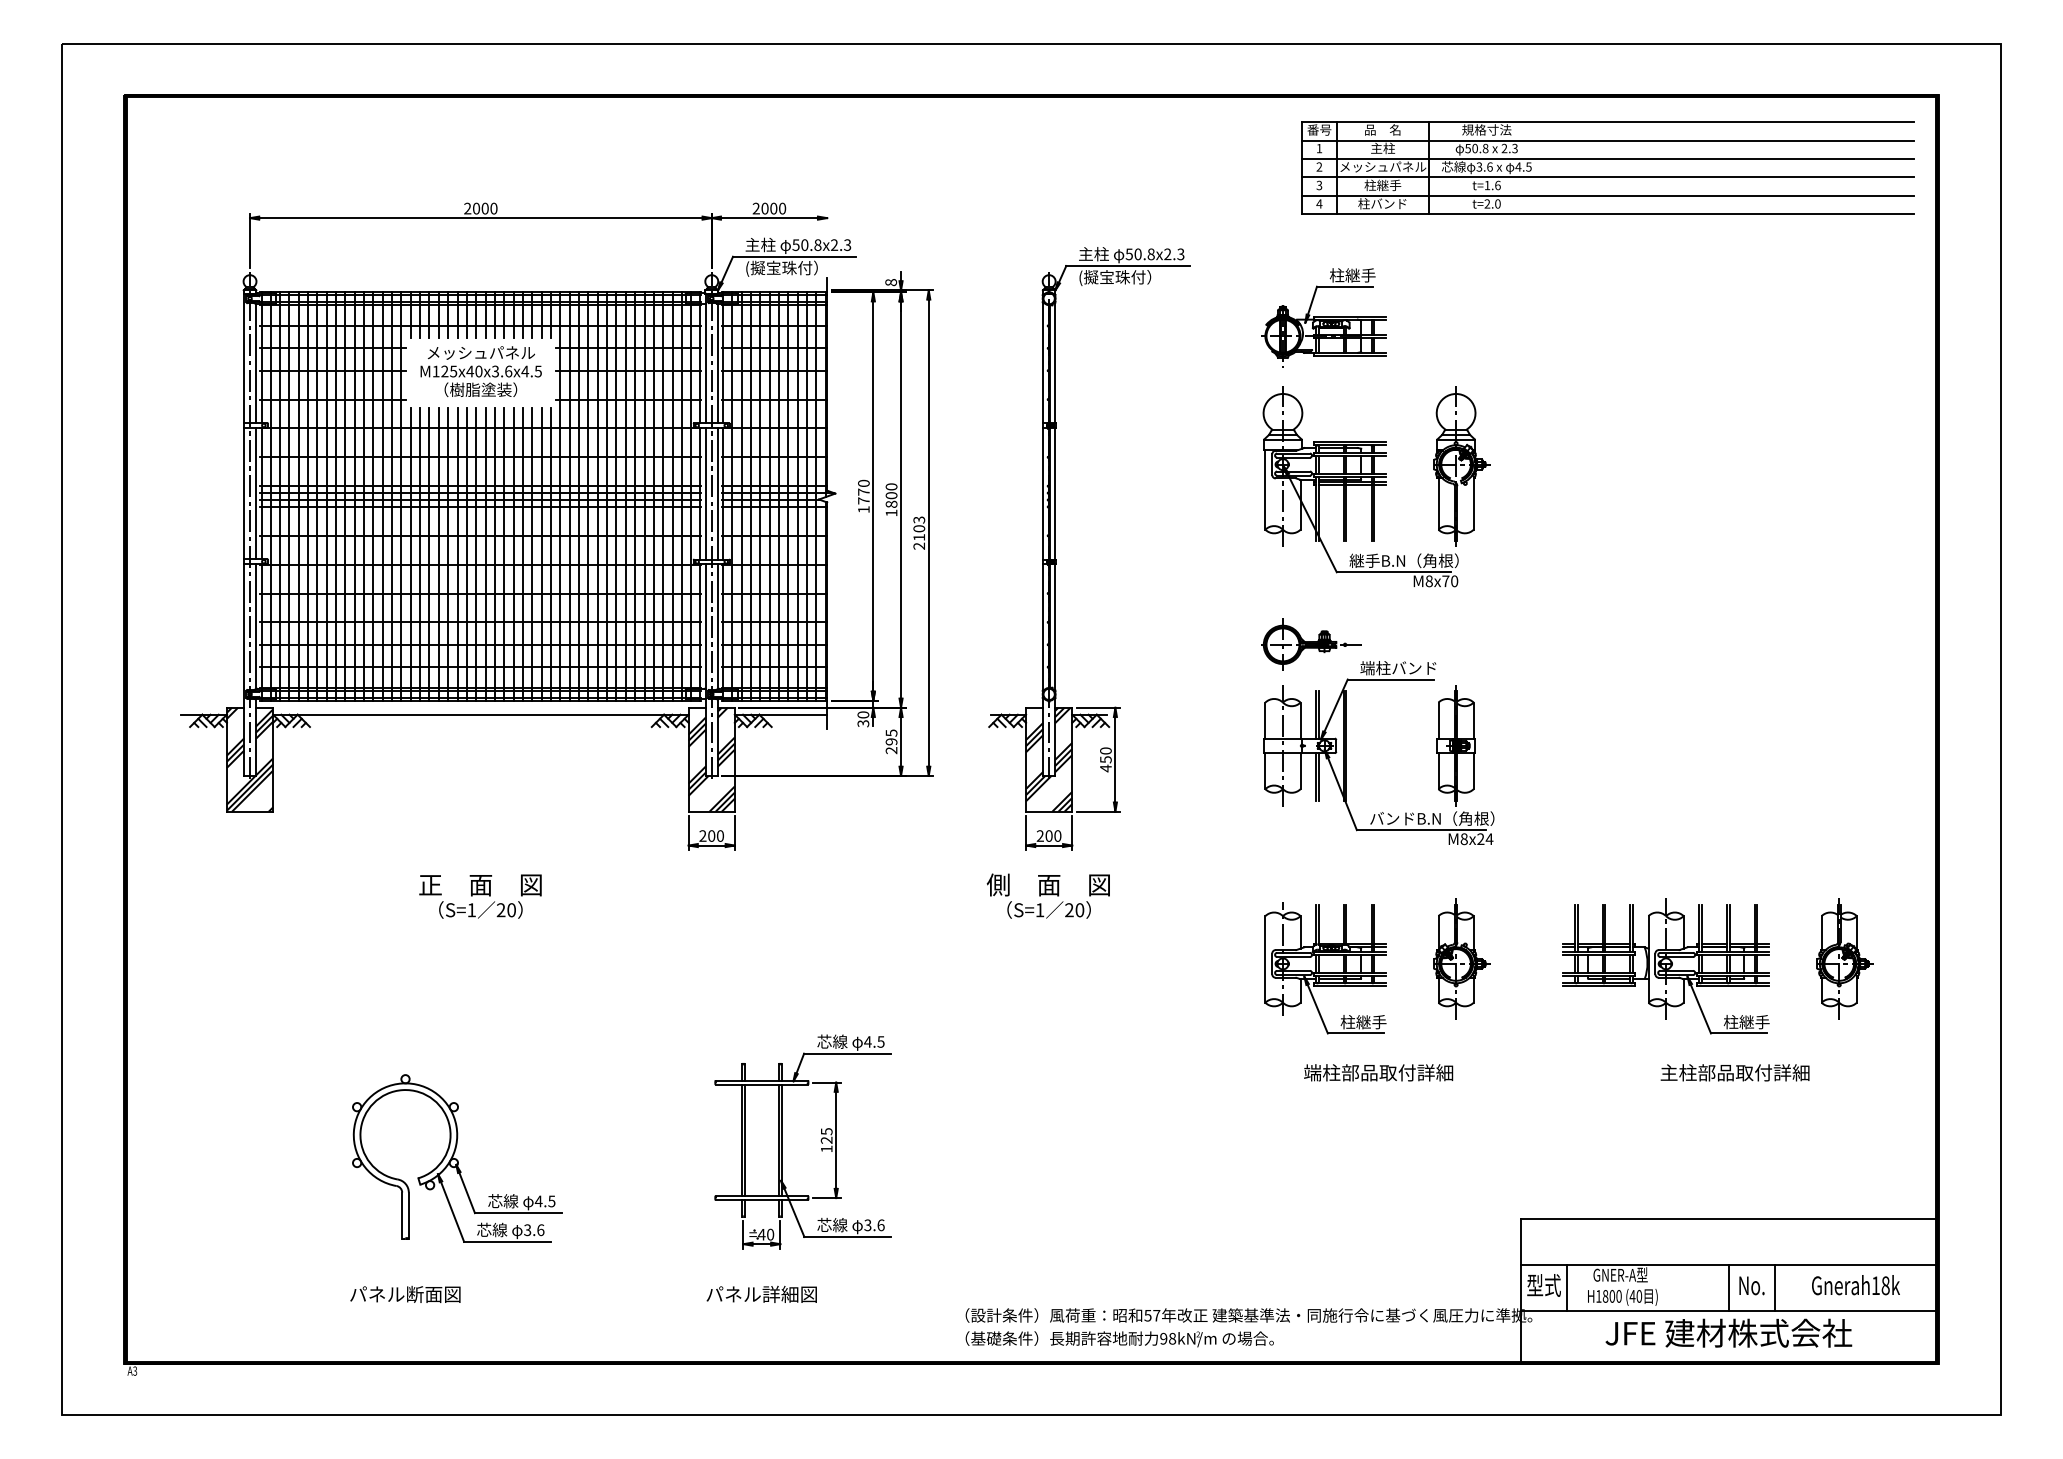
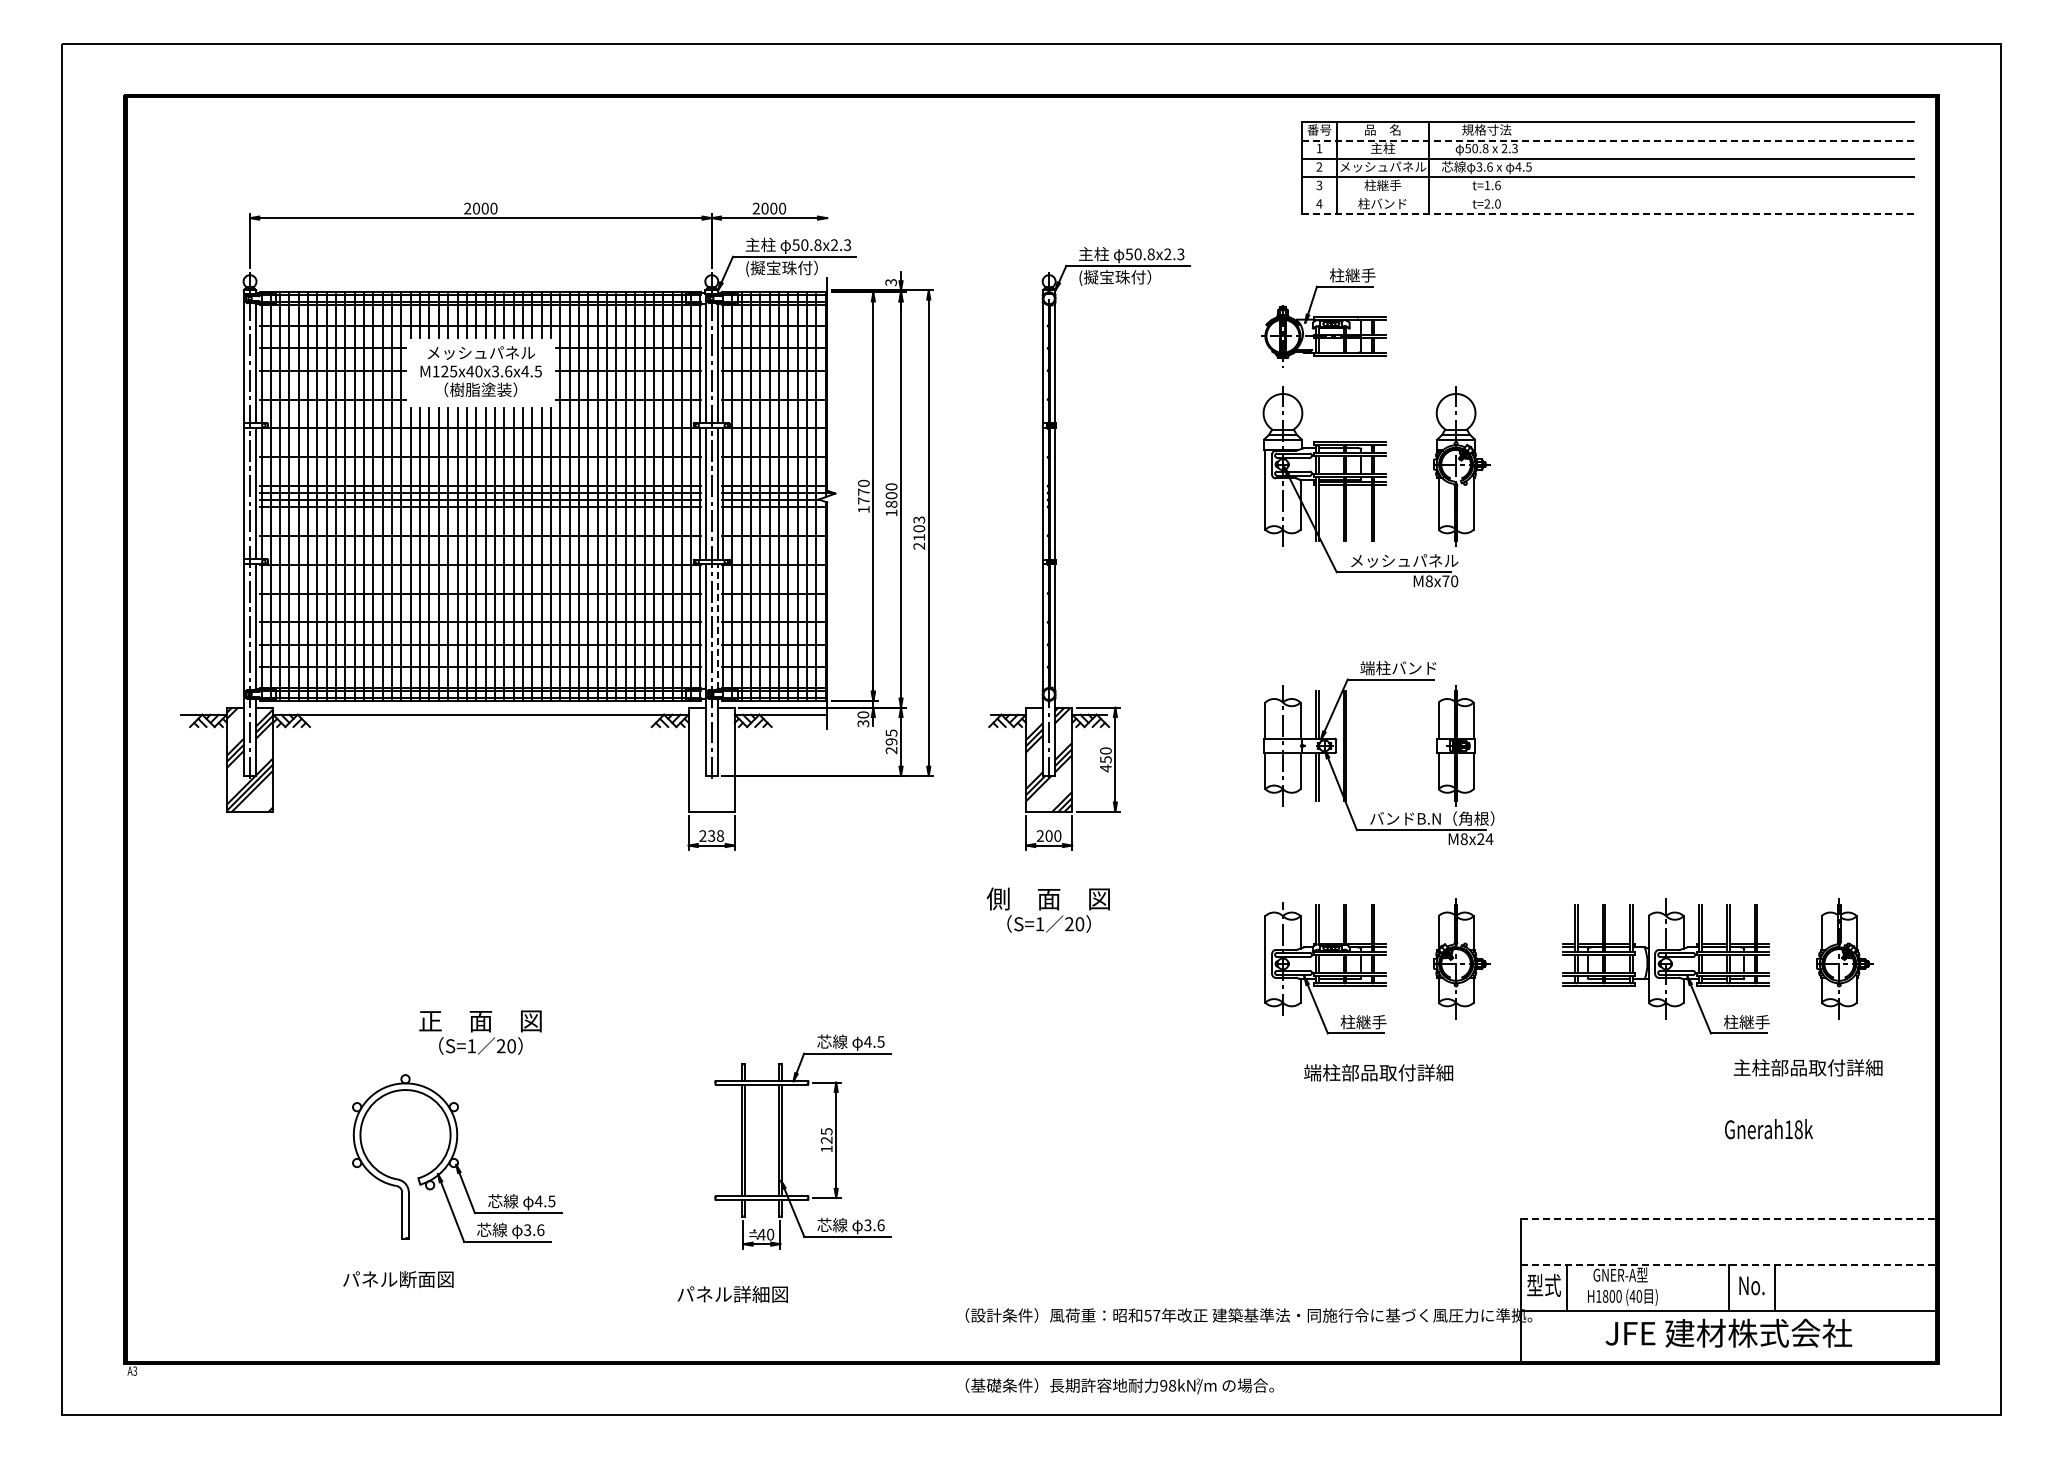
line at (1608, 140): solid -> dashed
line at (1607, 195): present -> none
line at (1608, 214): solid -> dashed
text at (890, 282): 8 -> 3
text at (1403, 560): 継手B.N（角根） -> メッシュパネル
line at (717, 626): solid -> dashed
part at (1311, 644): present -> none
hatch at (711, 759): present -> none
text at (716, 835): 200 -> 238
text at (1047, 895) position: (1047, 895) -> (1047, 909)
text at (480, 896) position: (480, 896) -> (480, 1032)
text at (1734, 1072) position: (1734, 1072) -> (1807, 1067)
line at (1728, 1218): solid -> dashed
line at (1728, 1265): solid -> dashed
text at (1855, 1285) position: (1855, 1285) -> (1768, 1129)
text at (405, 1293) position: (405, 1293) -> (398, 1278)
text at (761, 1293) position: (761, 1293) -> (732, 1293)
text at (1119, 1339) position: (1119, 1339) -> (1119, 1386)
